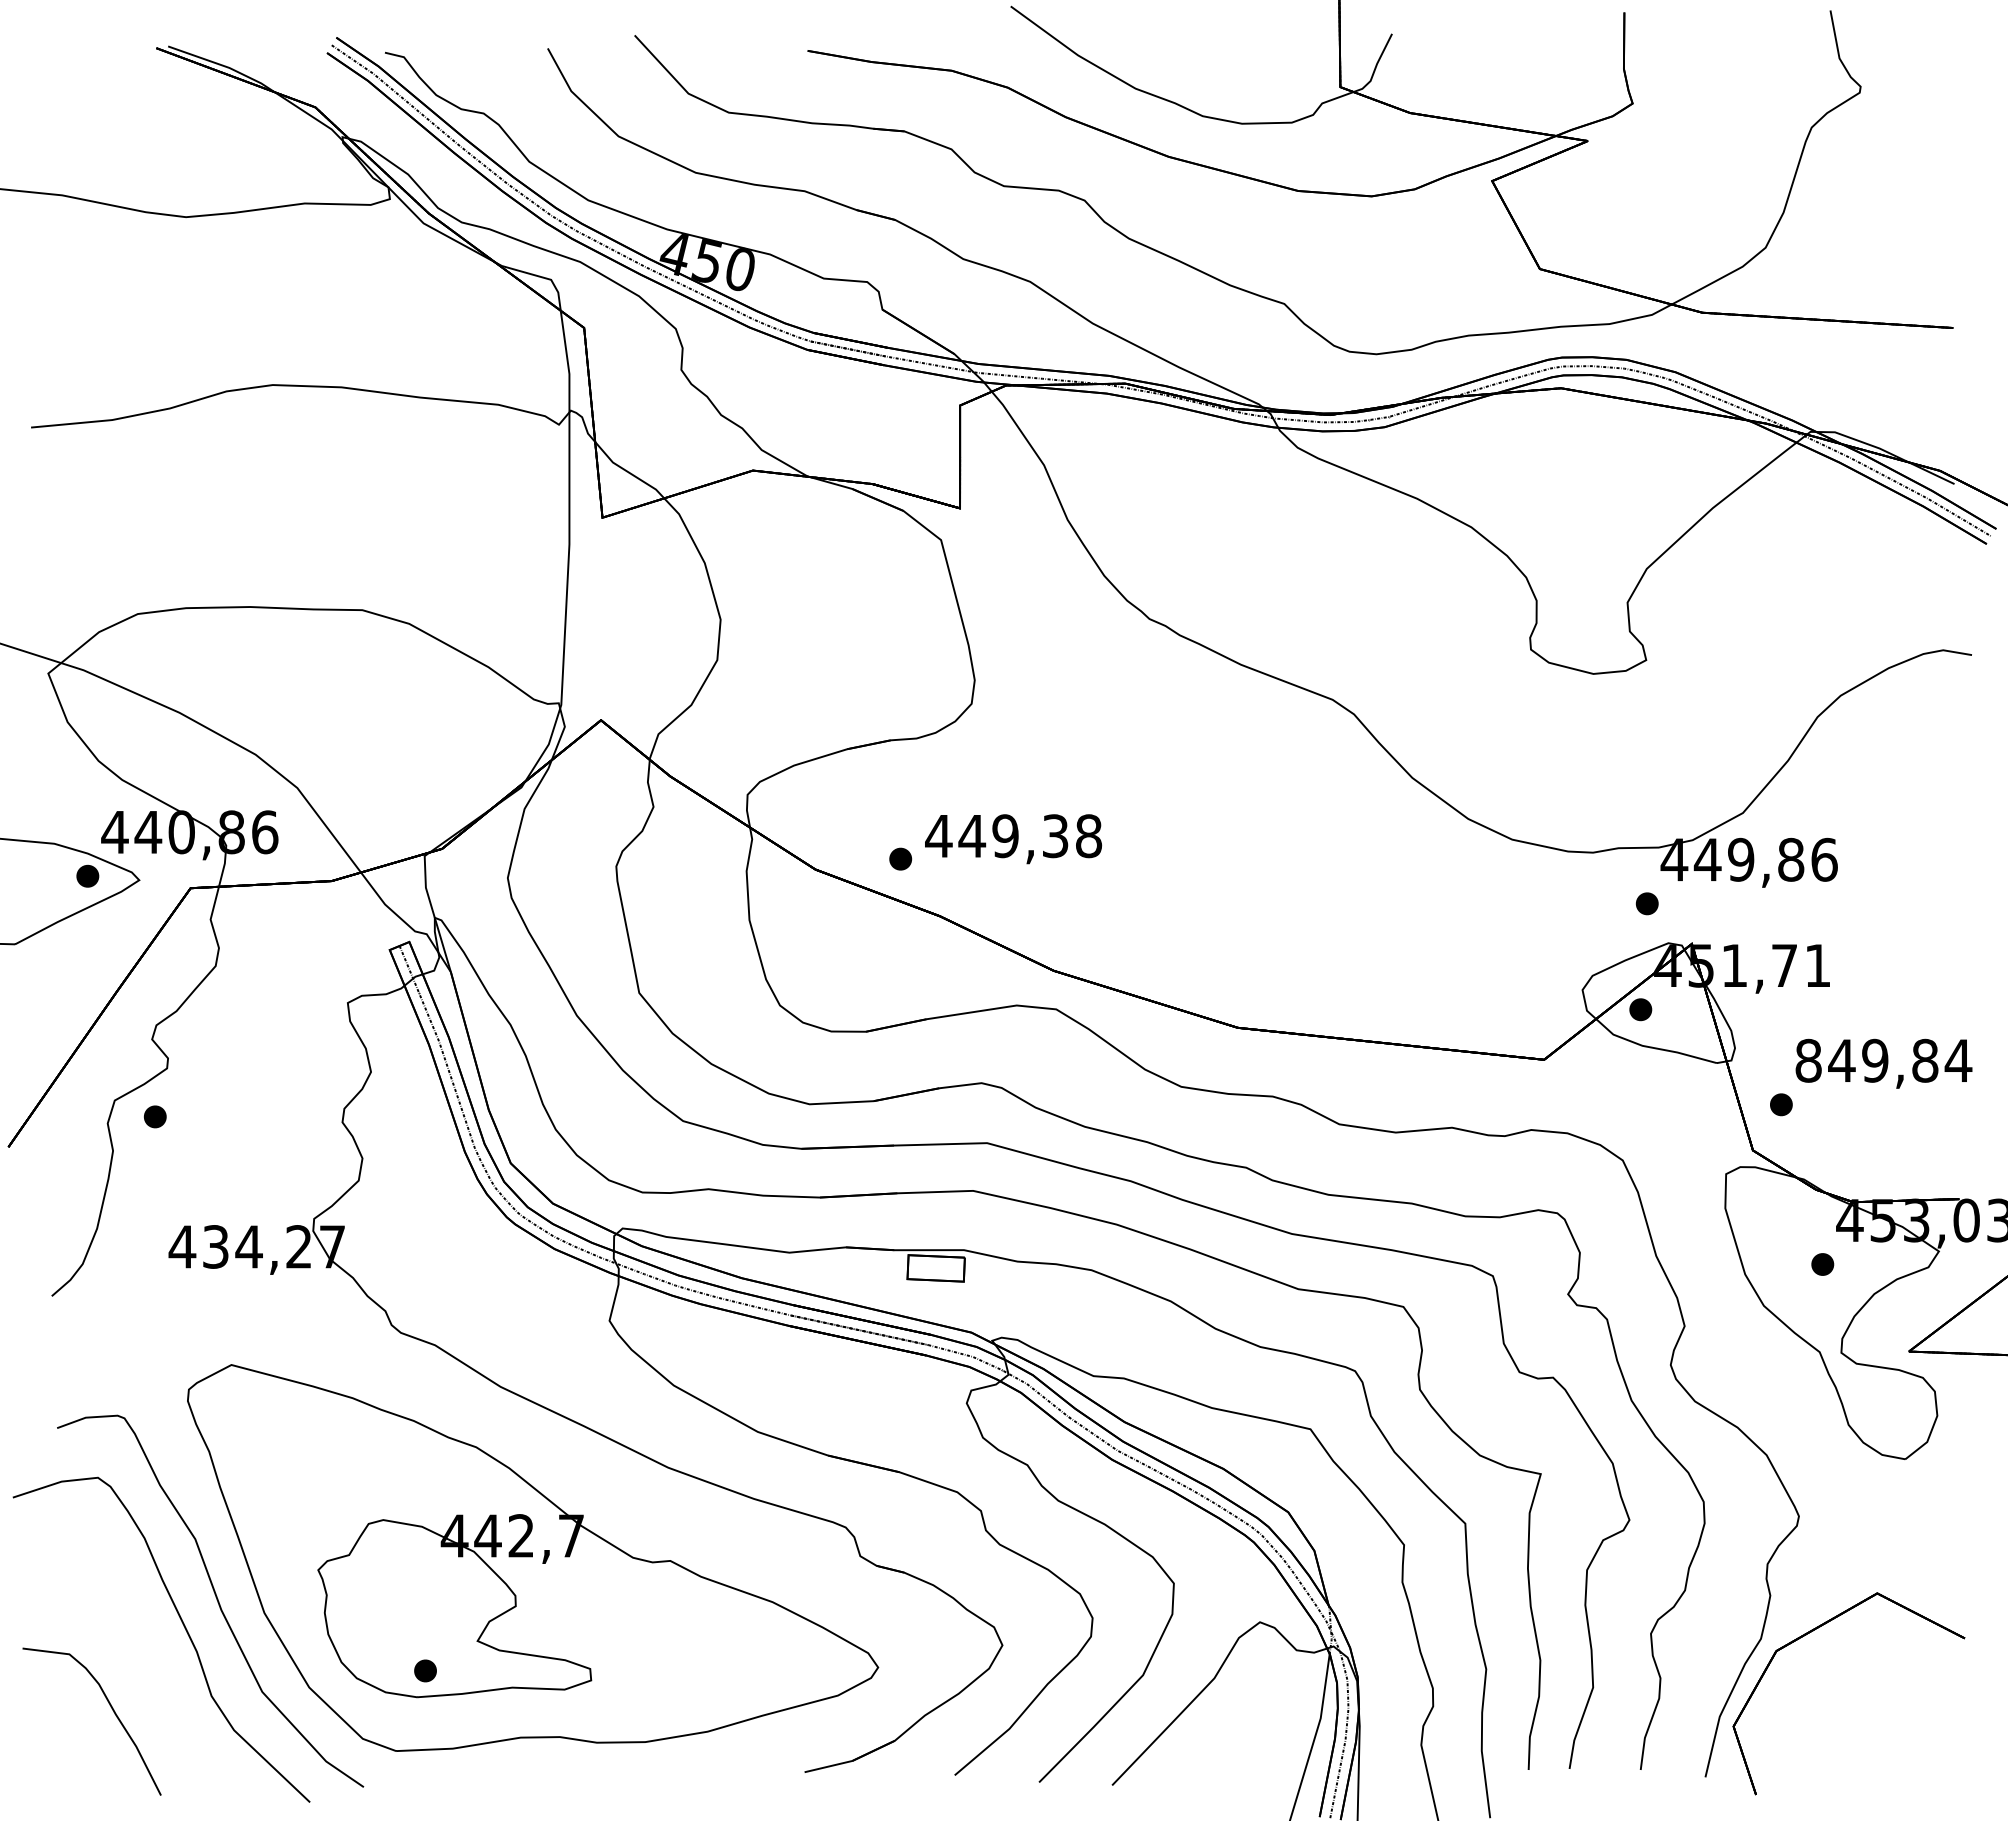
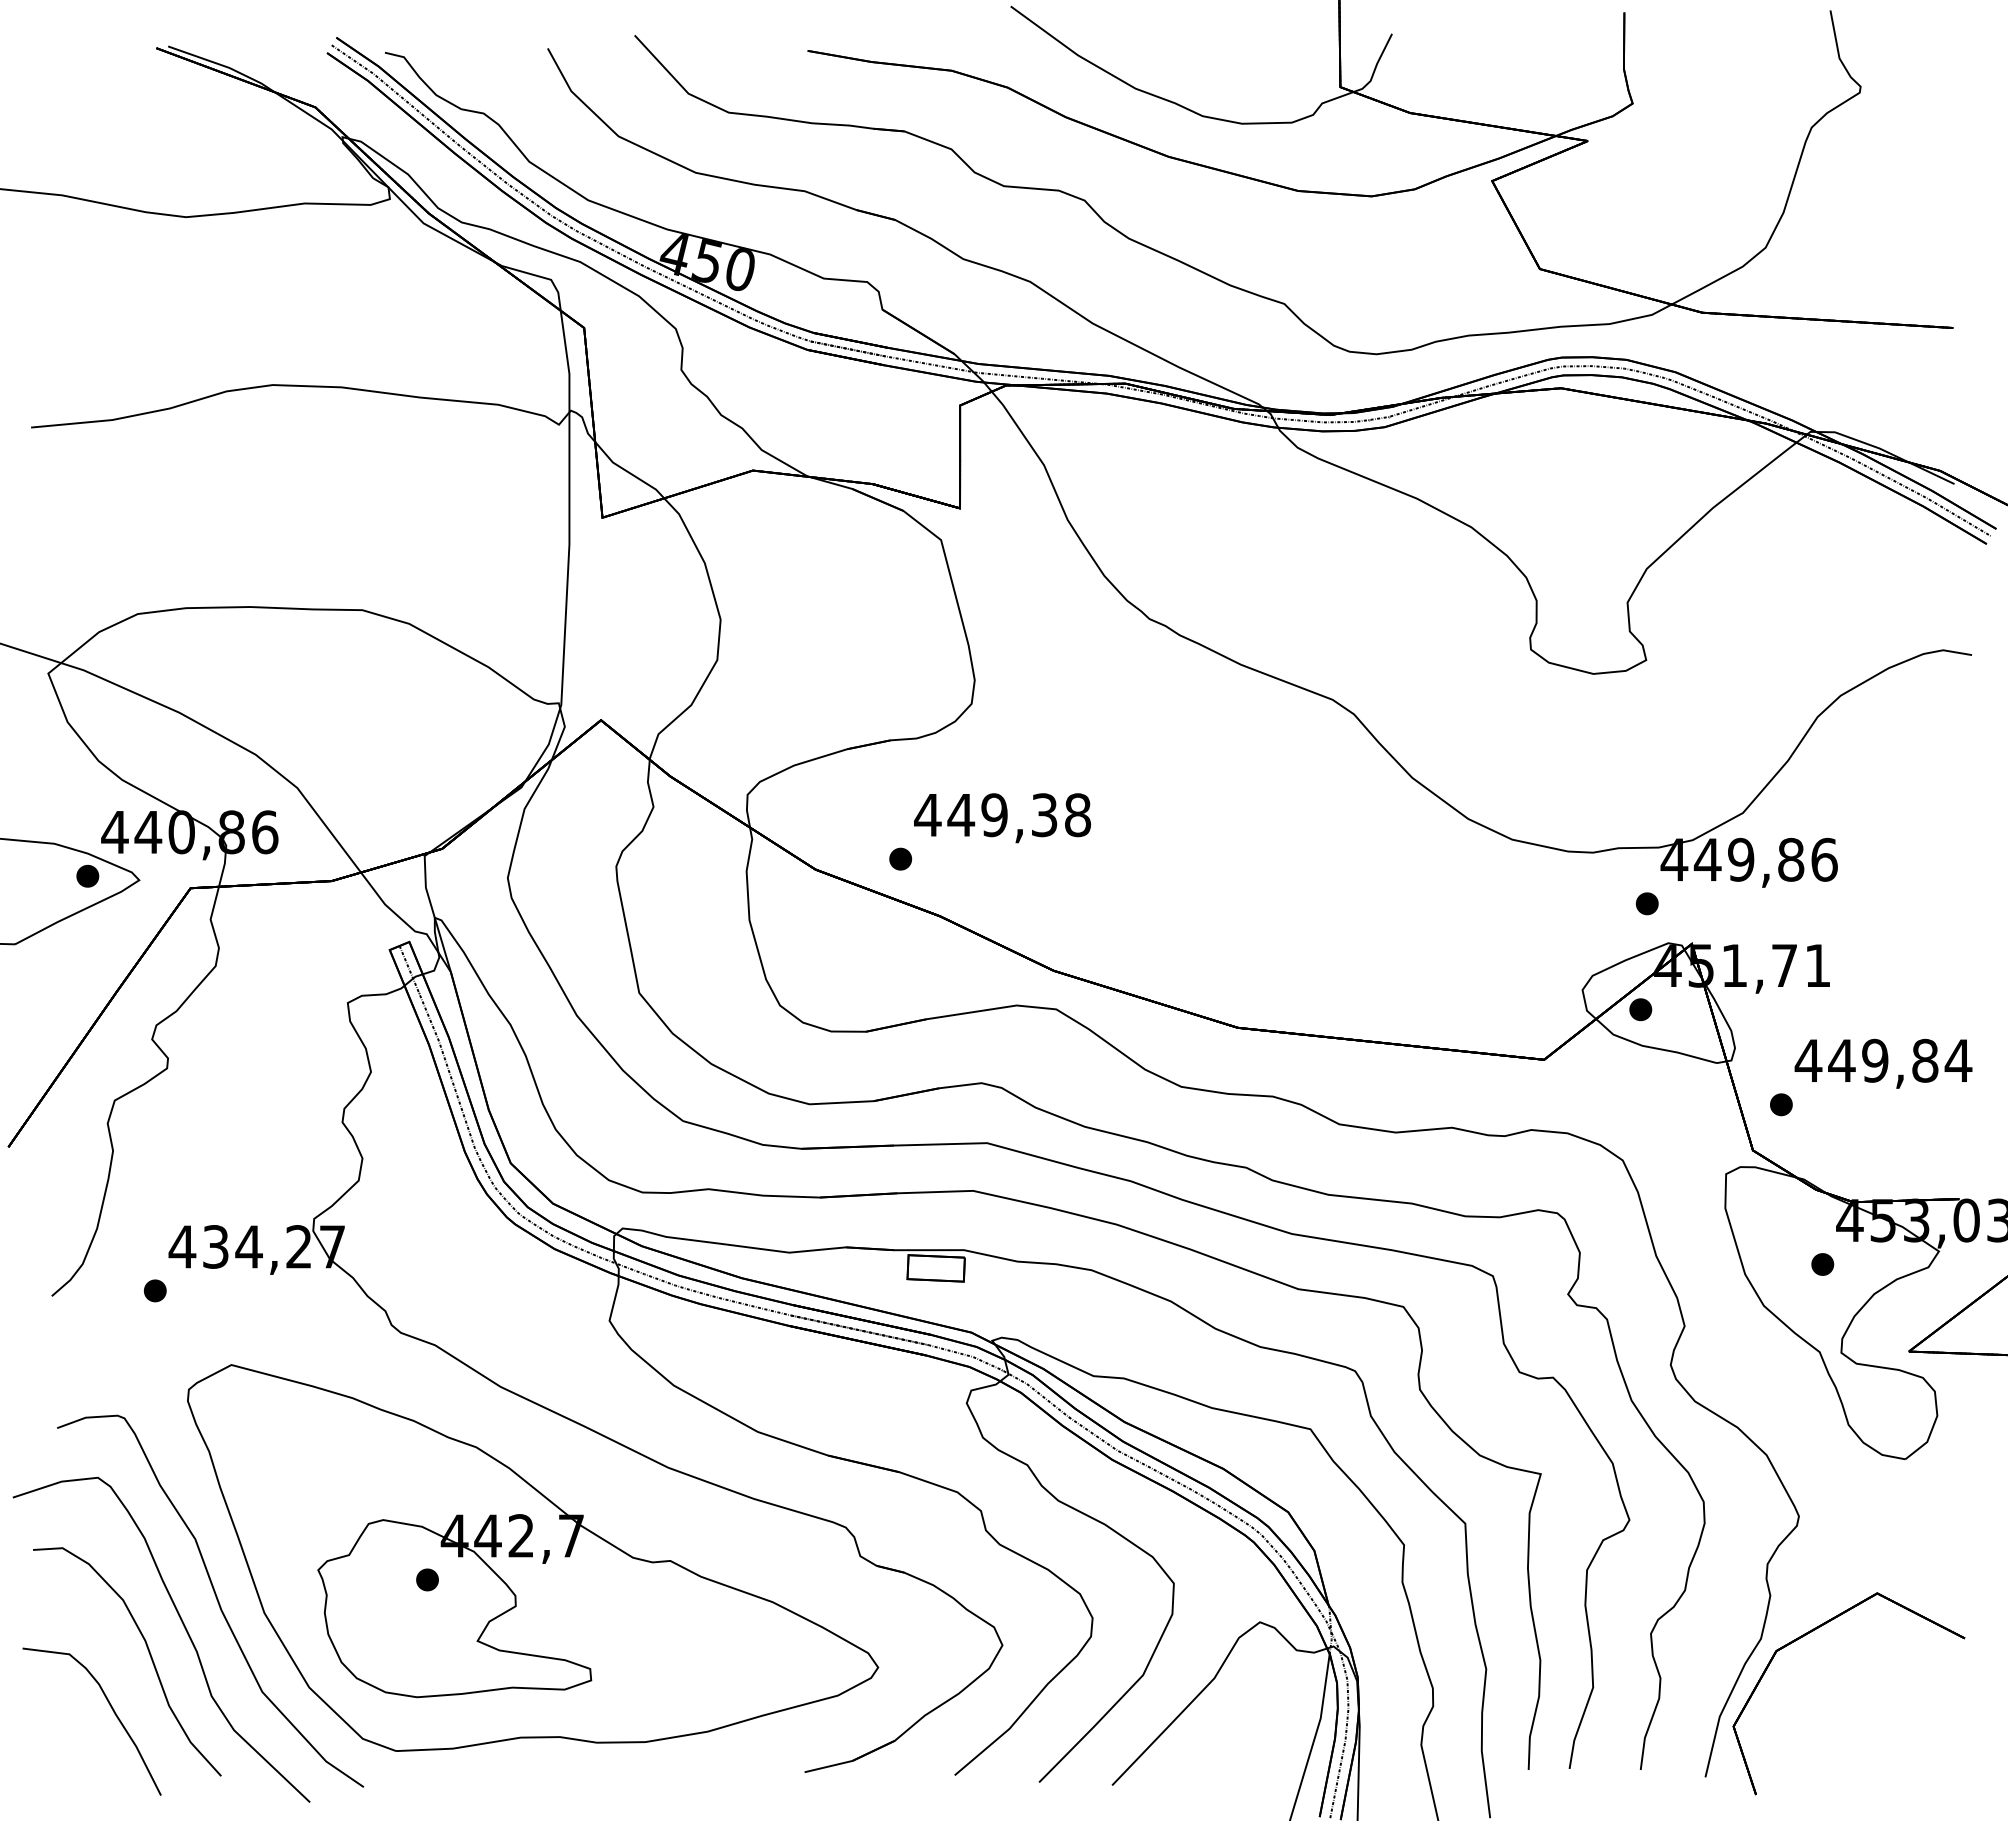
text at (1013, 839) position: (1013, 839) -> (1002, 818)
text at (1808, 1060): 849,84 -> 449,84
part at (155, 1116) position: (155, 1116) -> (155, 1290)
part at (149, 1655): none -> present
part at (425, 1670) position: (425, 1670) -> (427, 1579)
